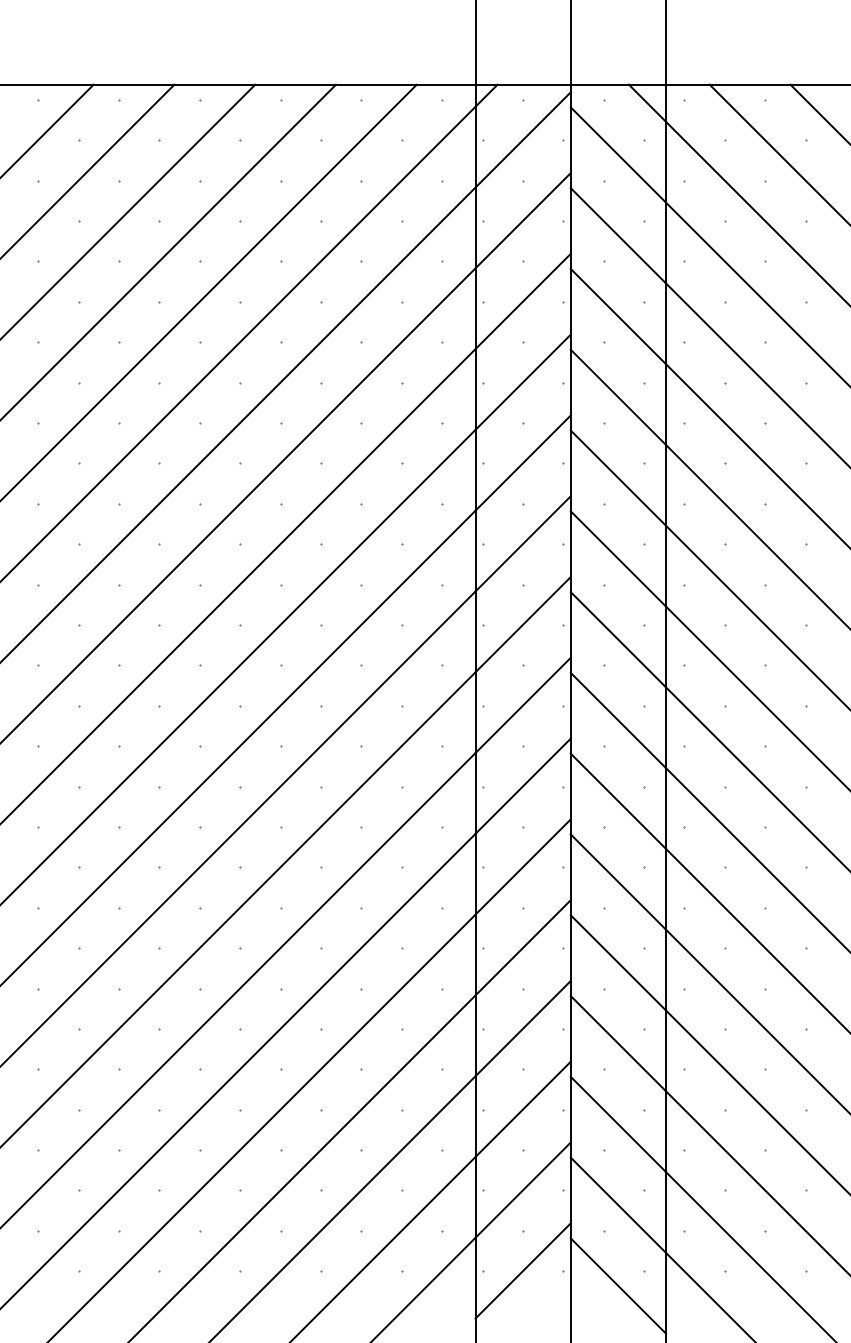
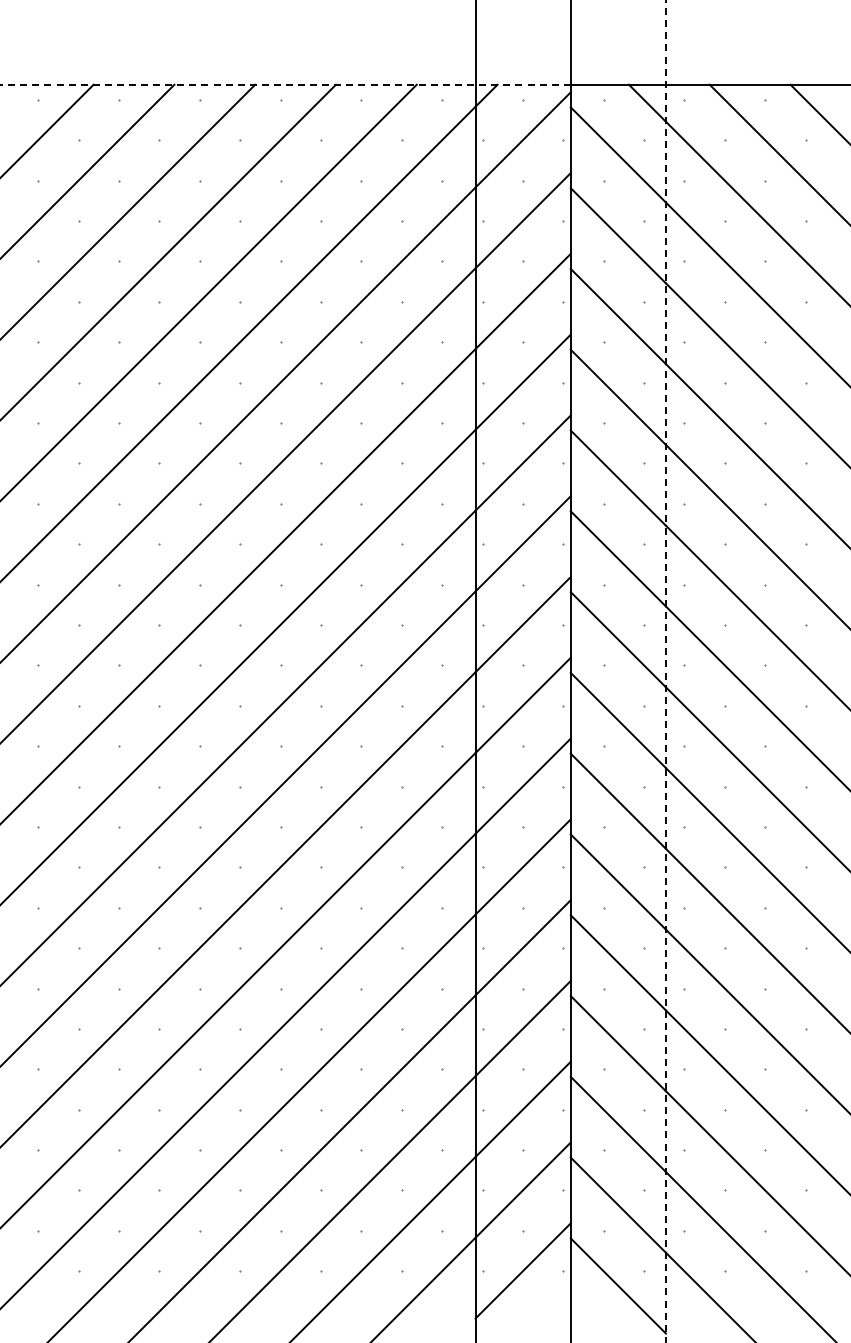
line at (285, 84): solid -> dashed
line at (665, 671): solid -> dashed
